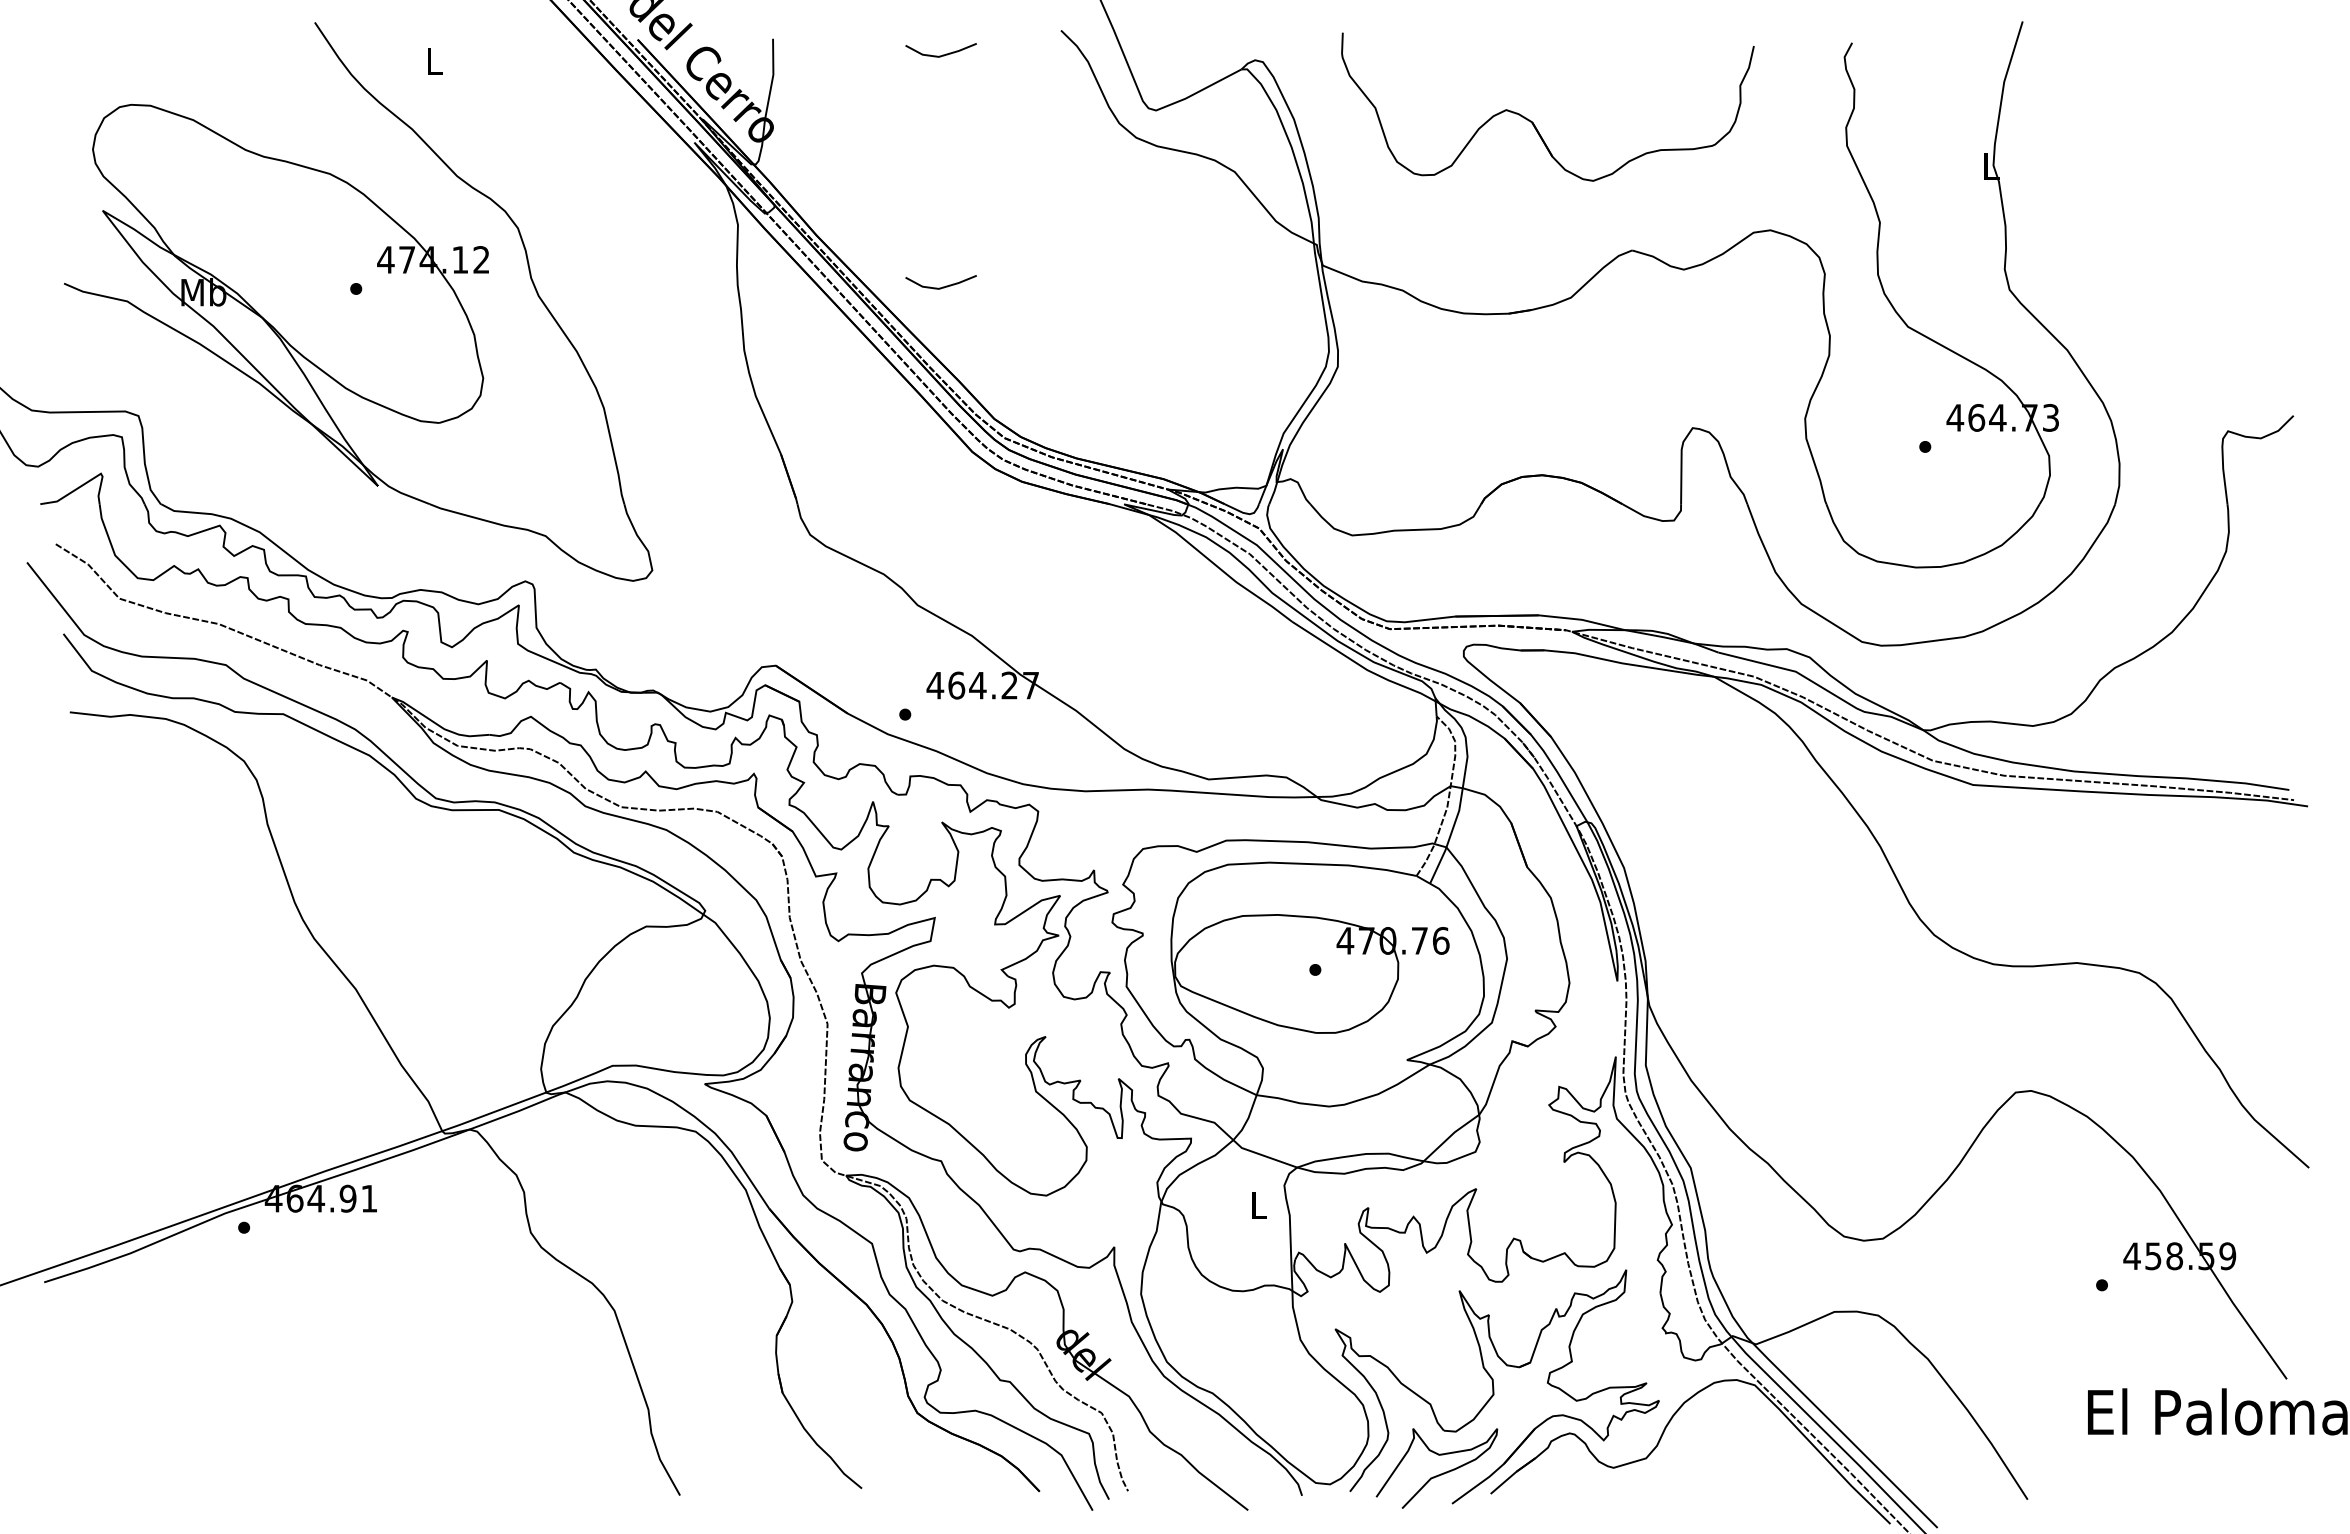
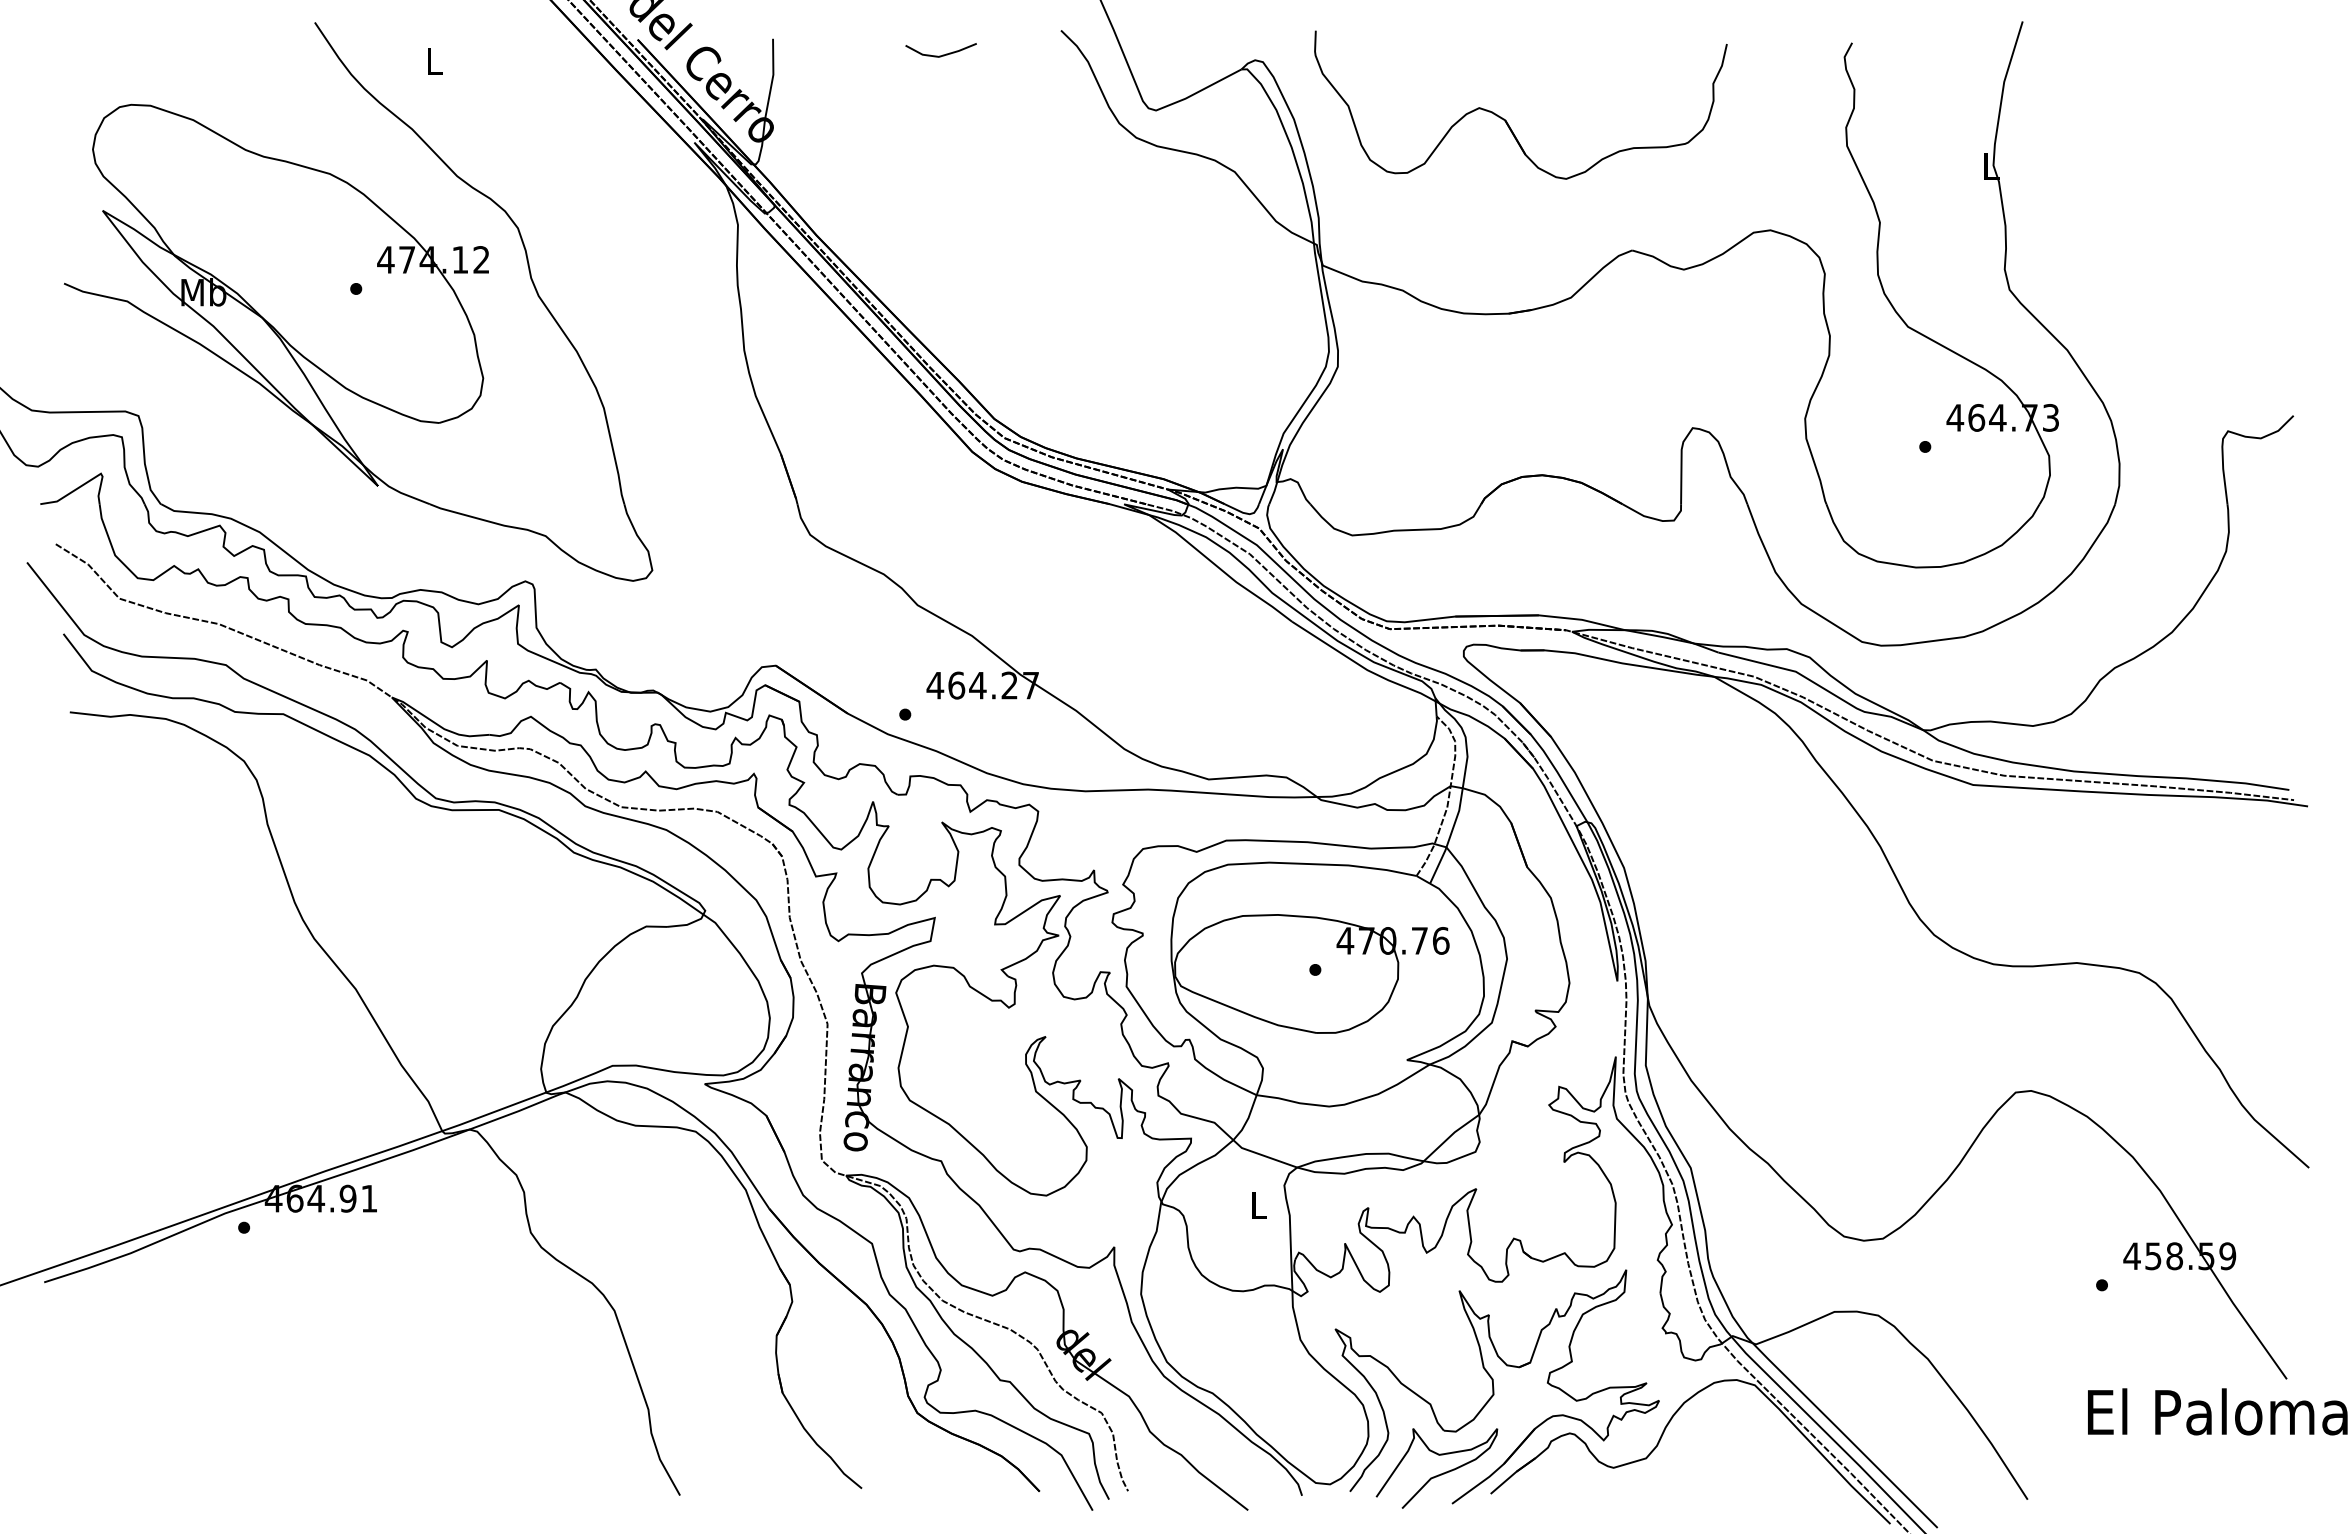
part at (1532, 121) position: (1532, 121) -> (1505, 119)
line at (942, 286): present -> none
